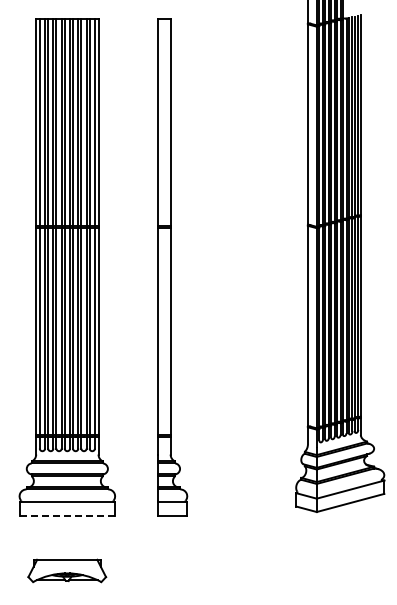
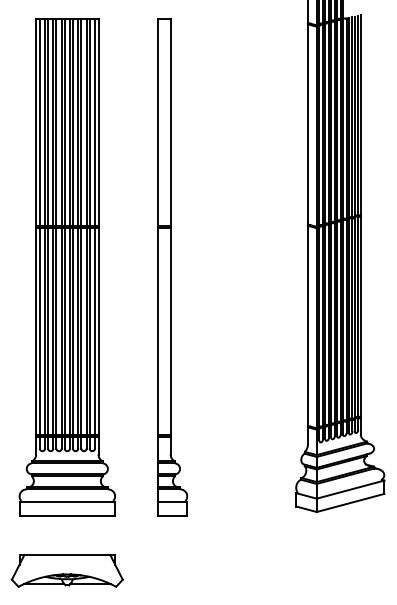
line at (67, 515): dashed -> solid
part at (67, 570) size: 81x26 px -> 114x34 px
